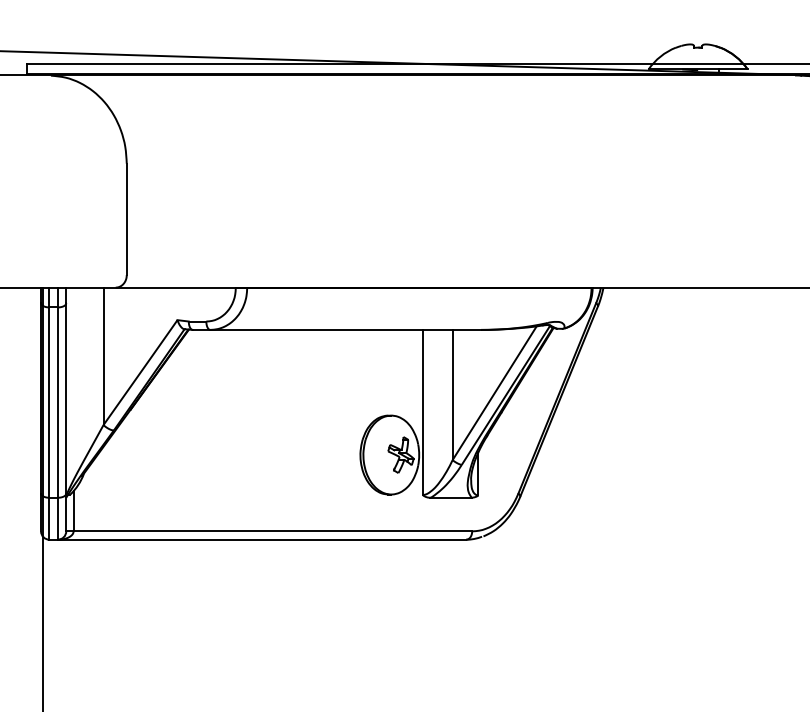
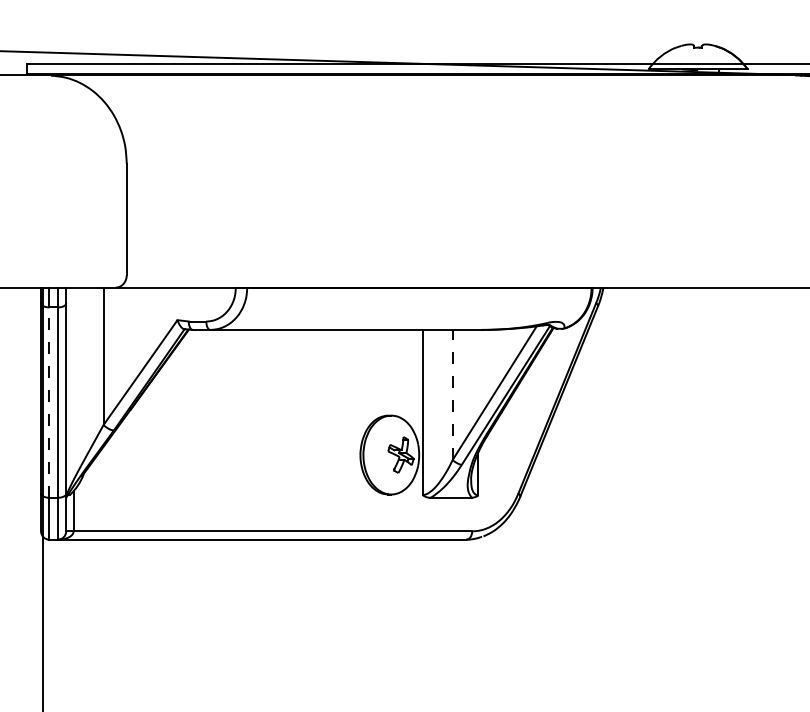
line at (452, 394): solid -> dashed
line at (49, 402): solid -> dashed
